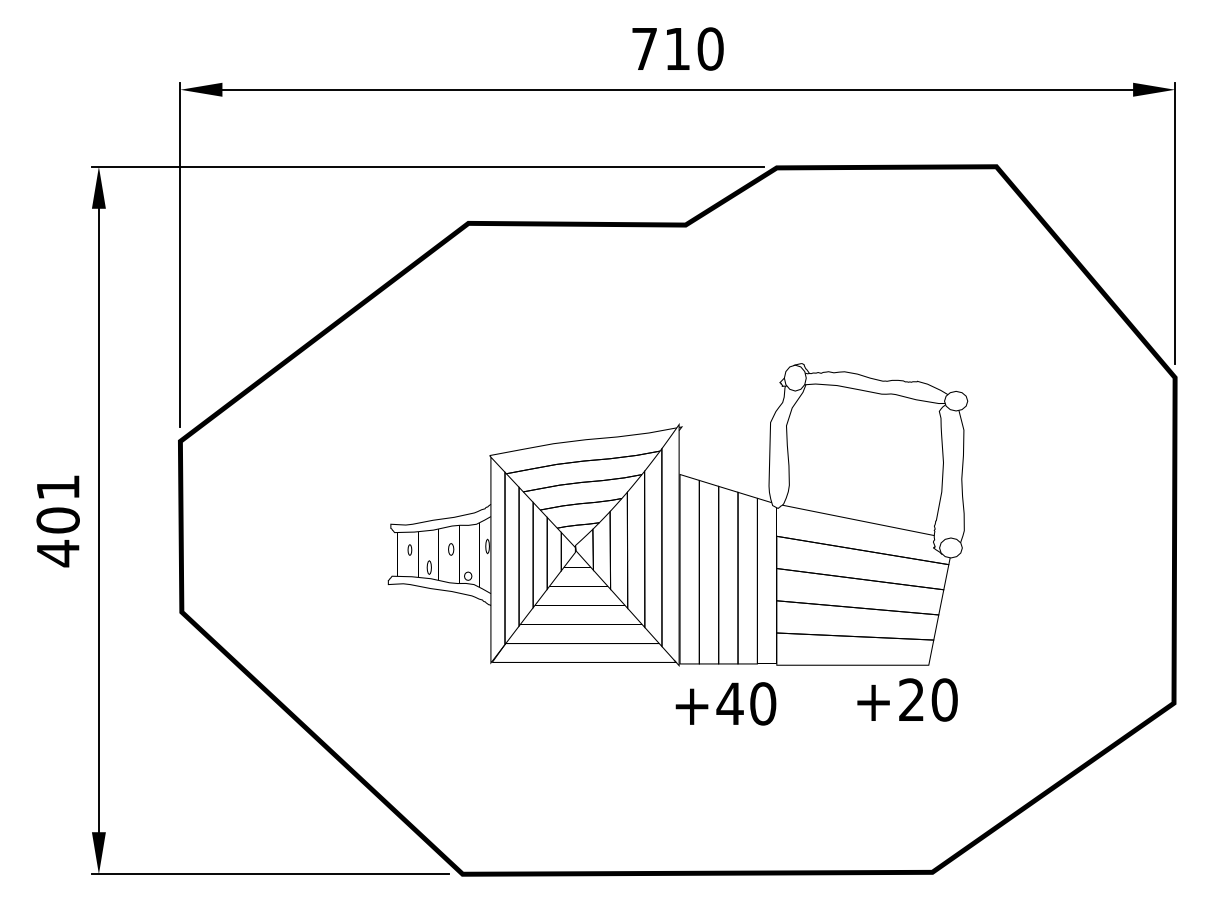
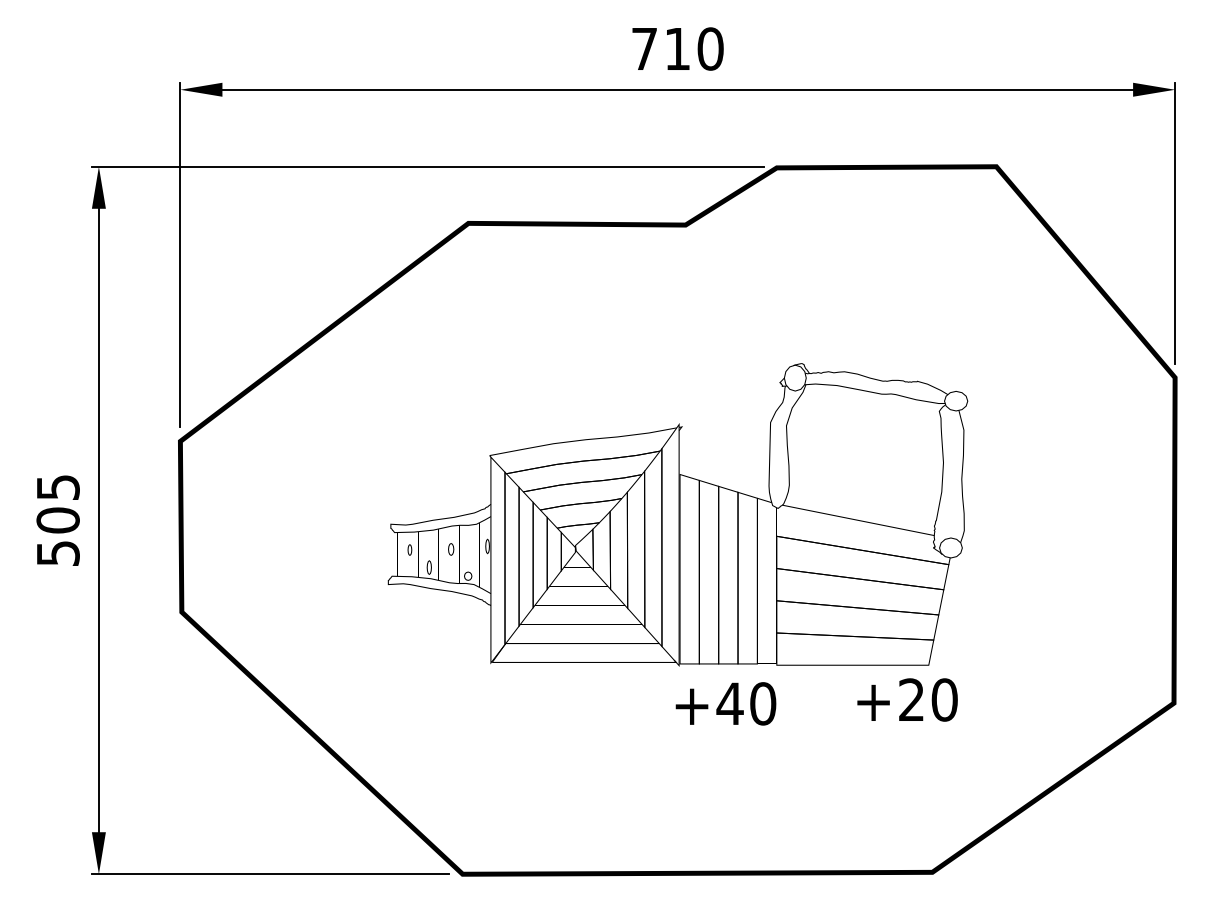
text at (58, 521): 401 -> 505
